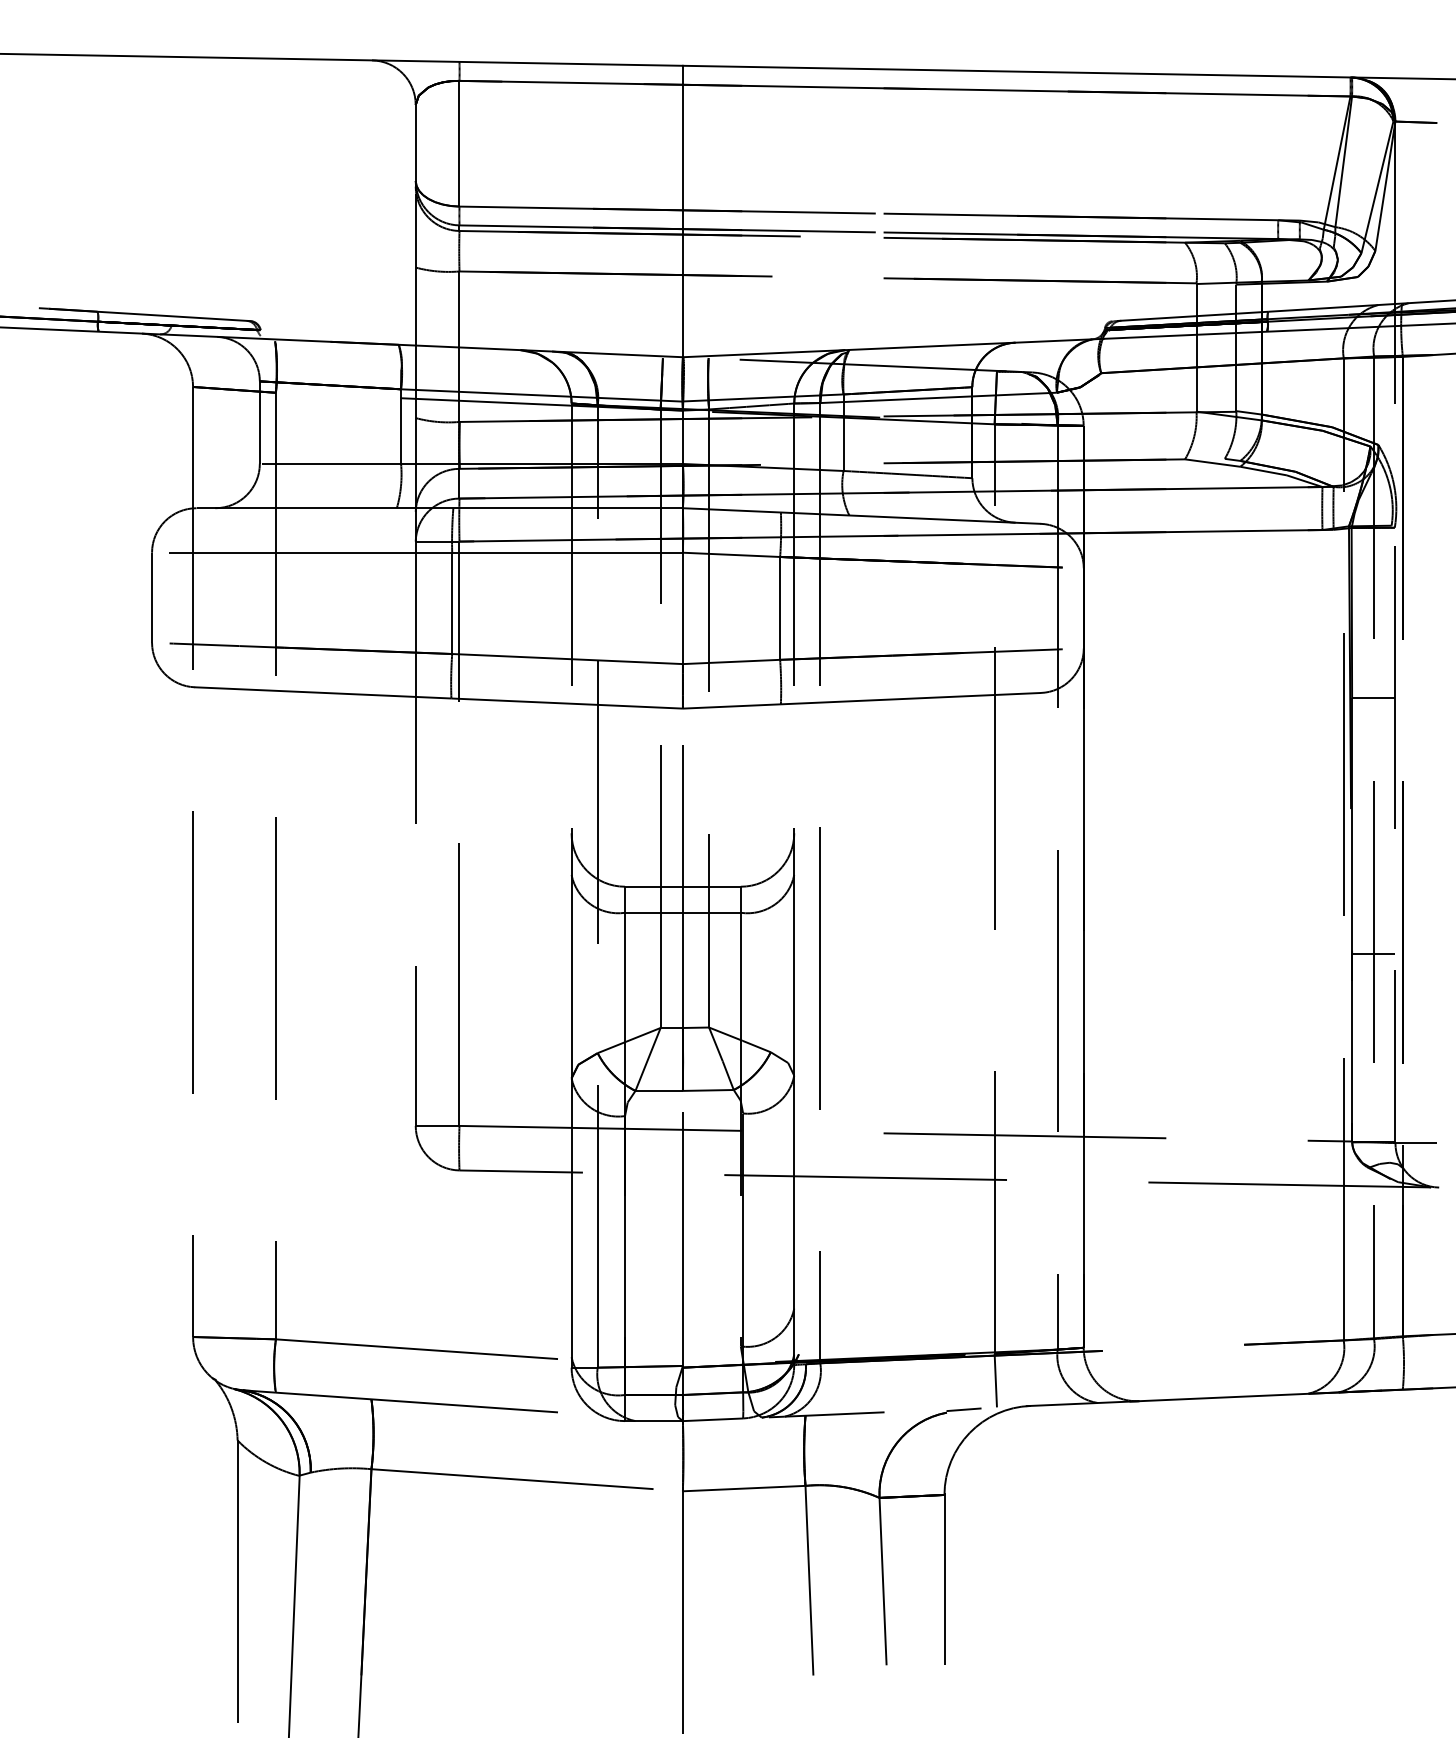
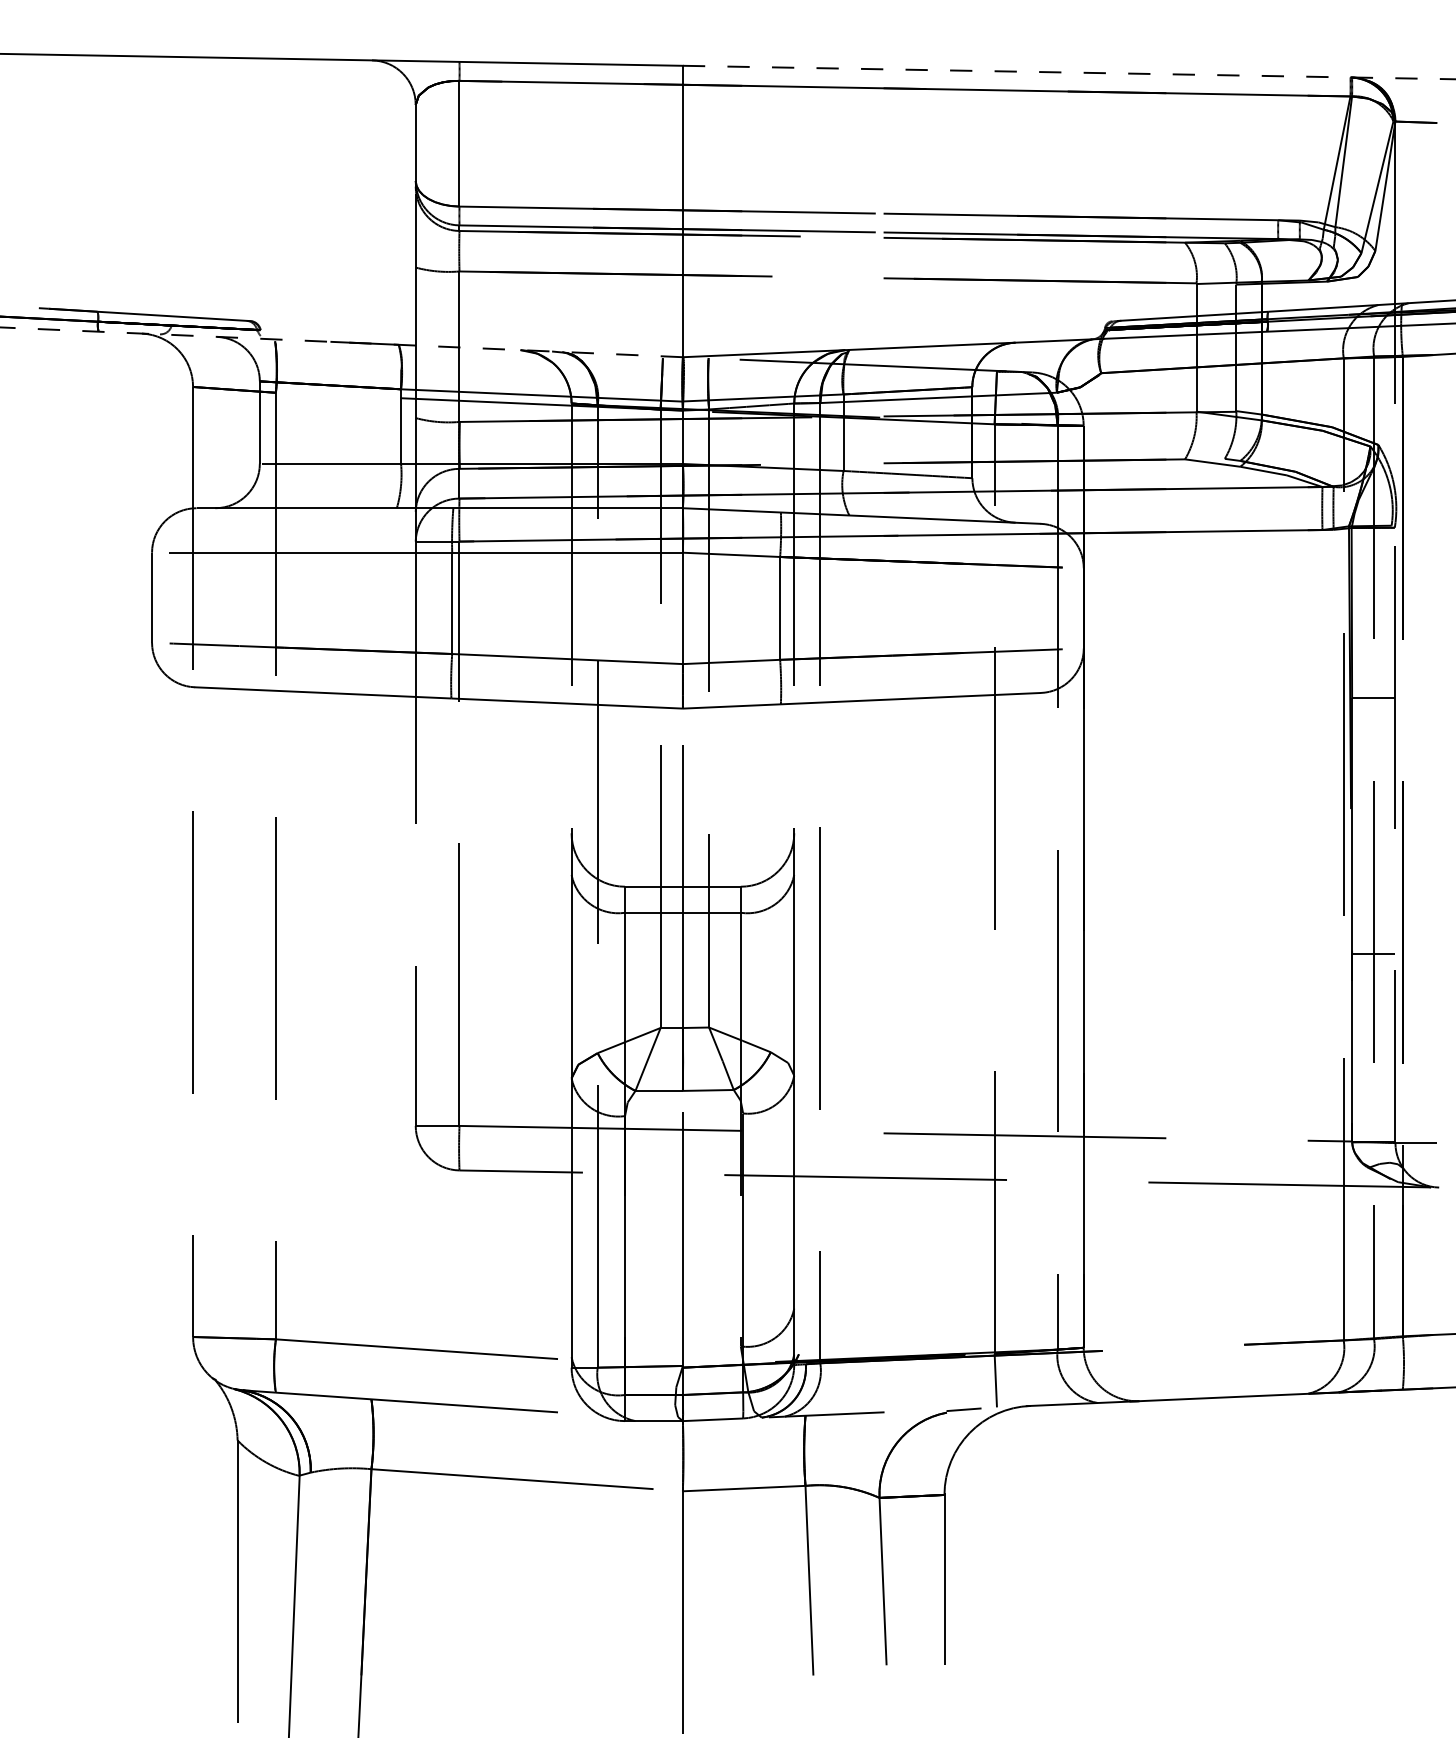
line at (1069, 72): solid -> dashed
line at (341, 342): solid -> dashed
